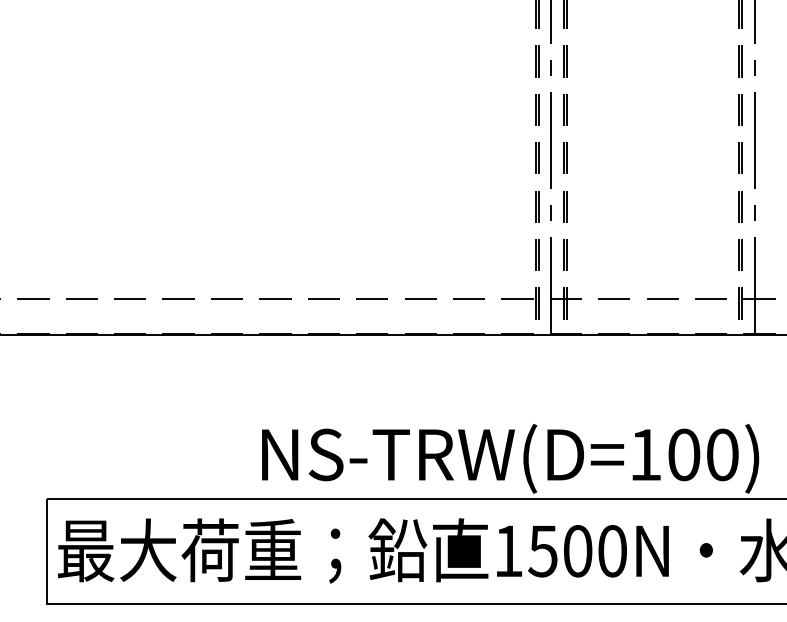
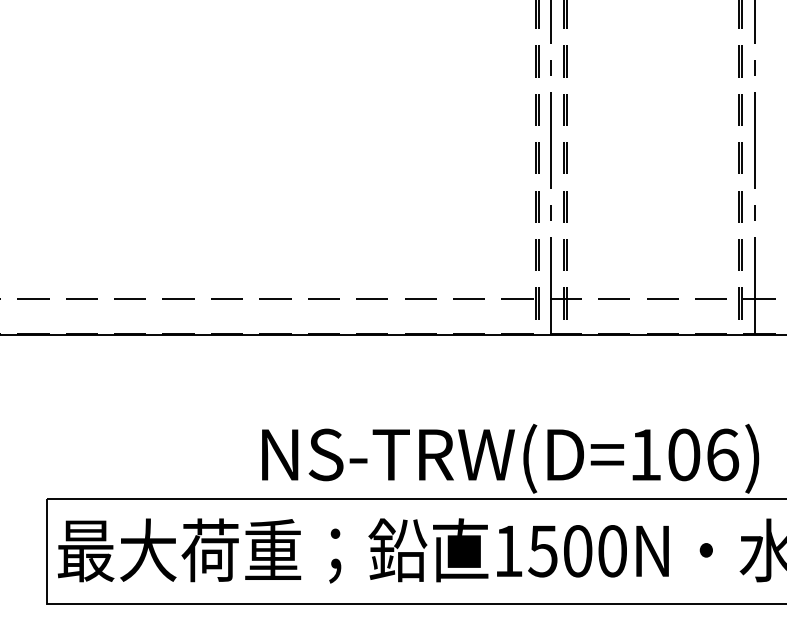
text at (723, 454): NS-TRW(D=100) -> NS-TRW(D=106)
